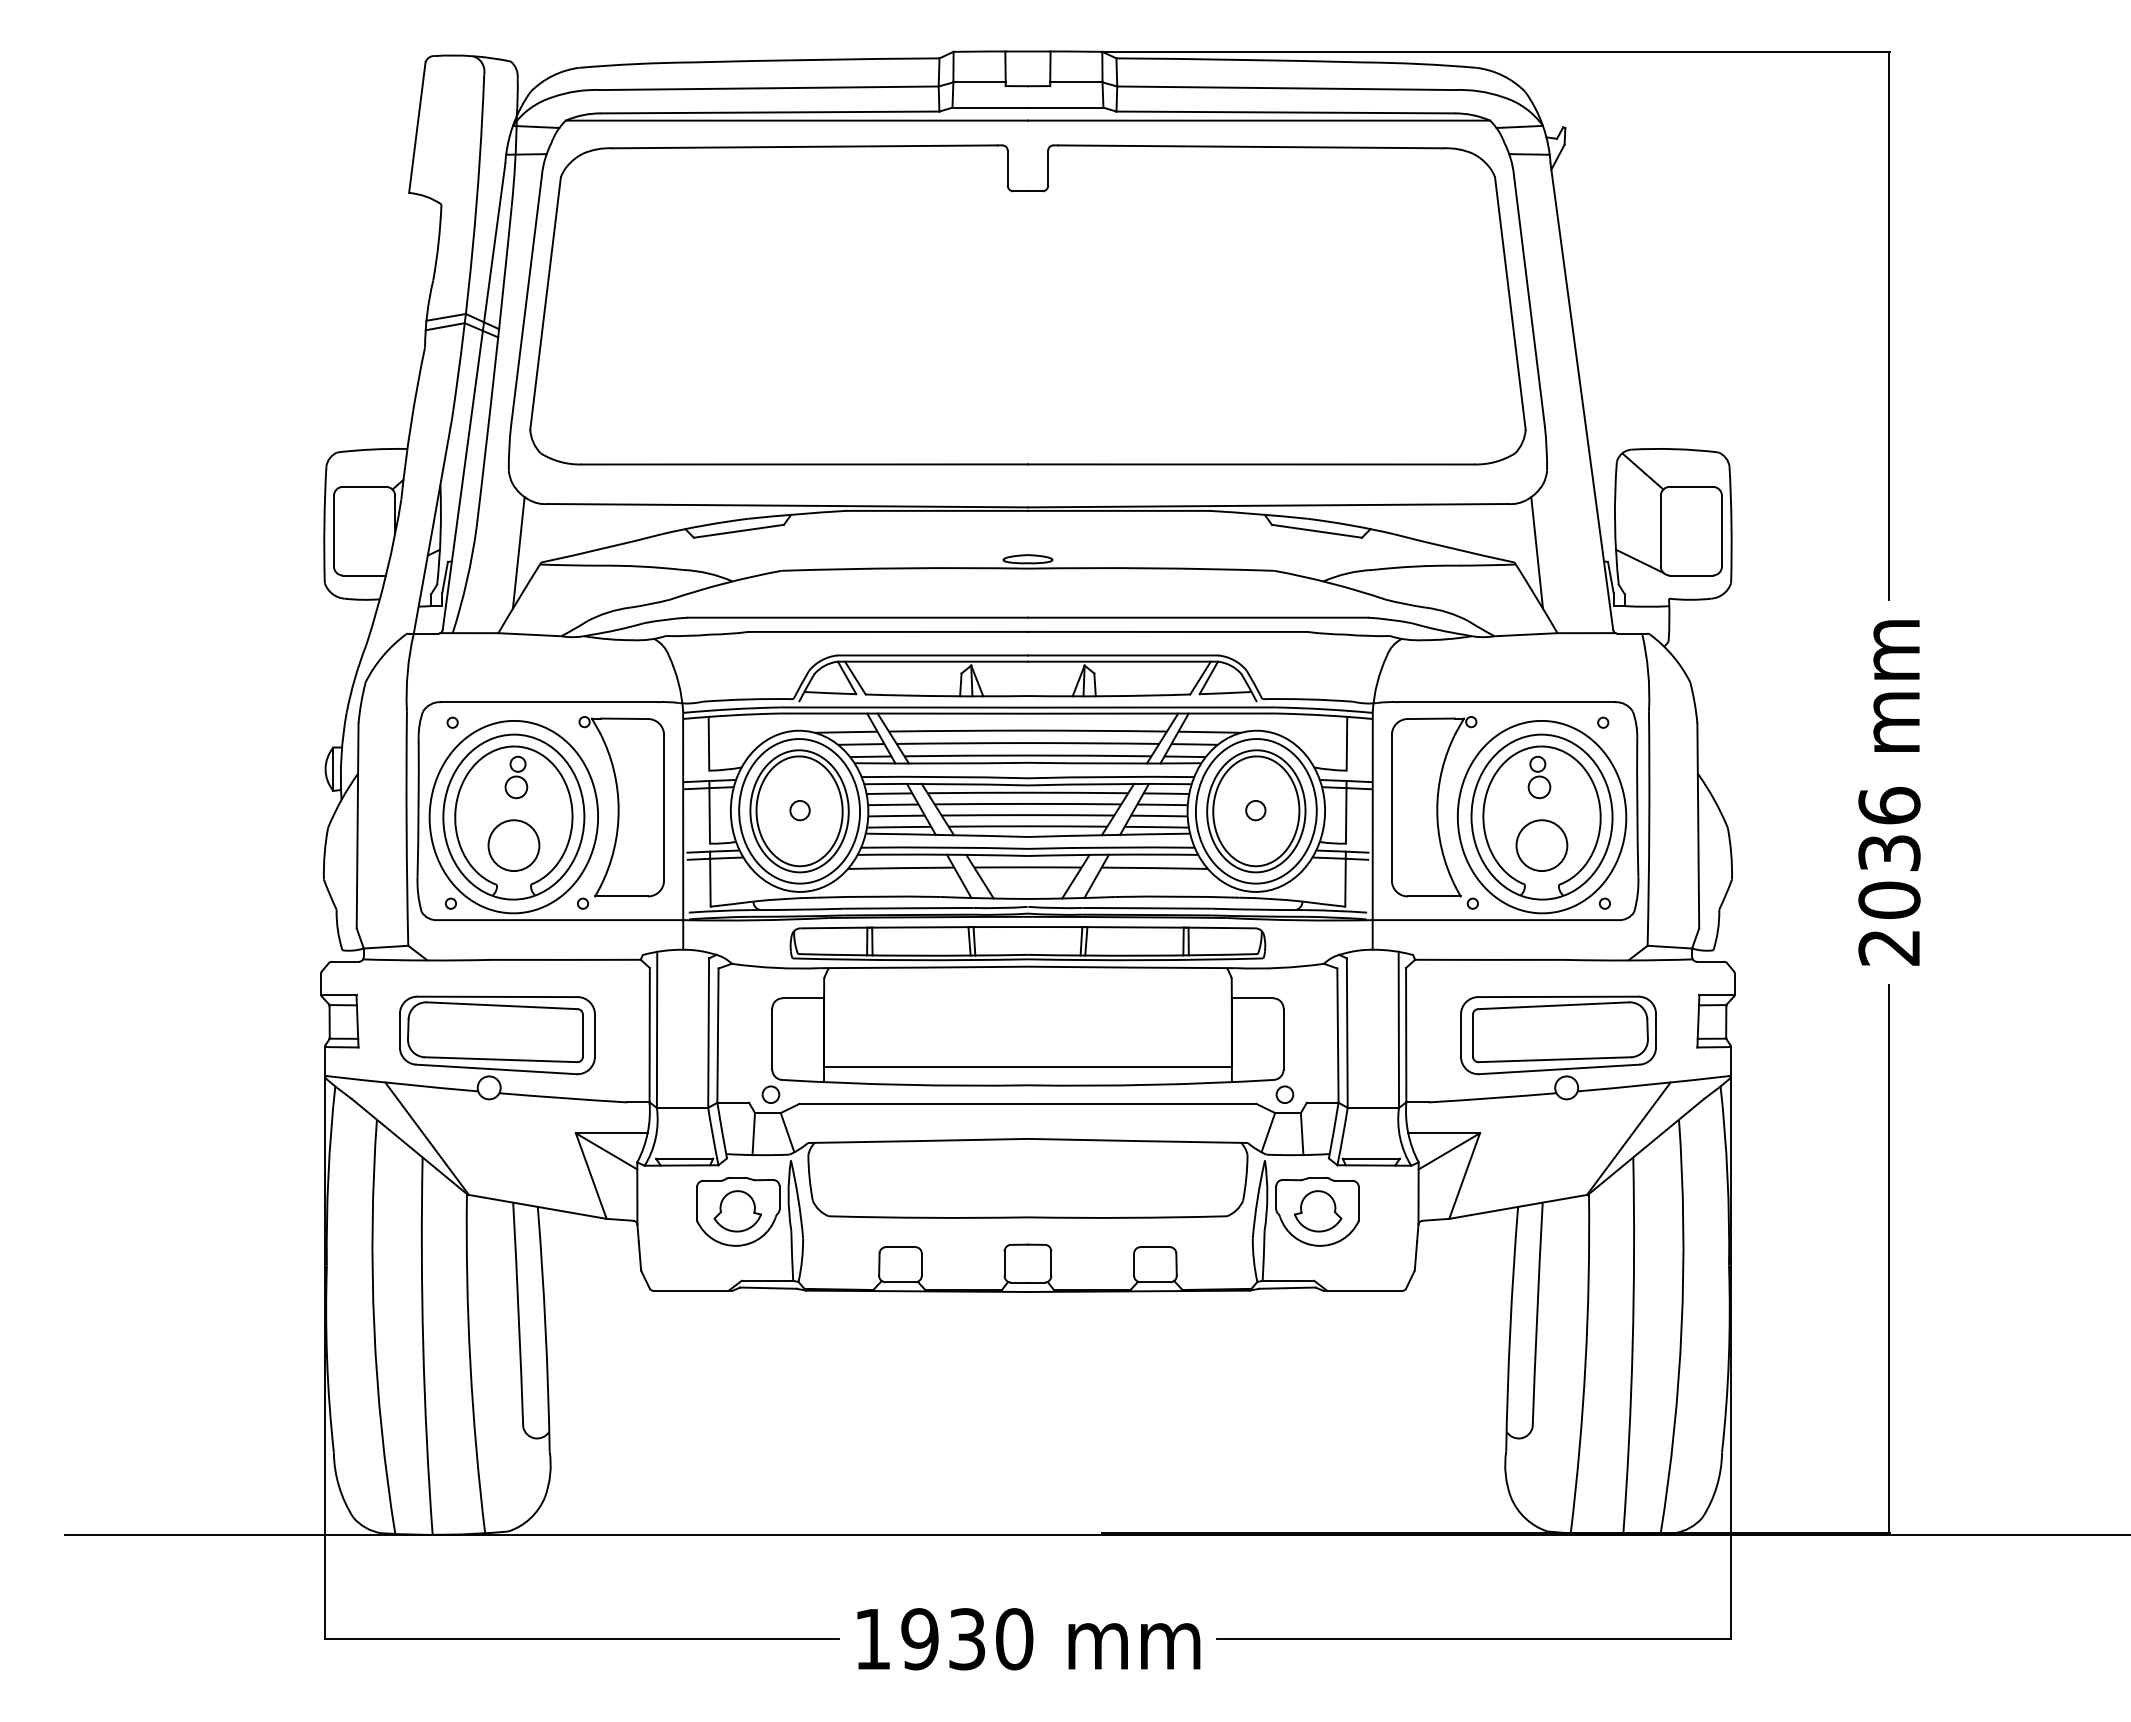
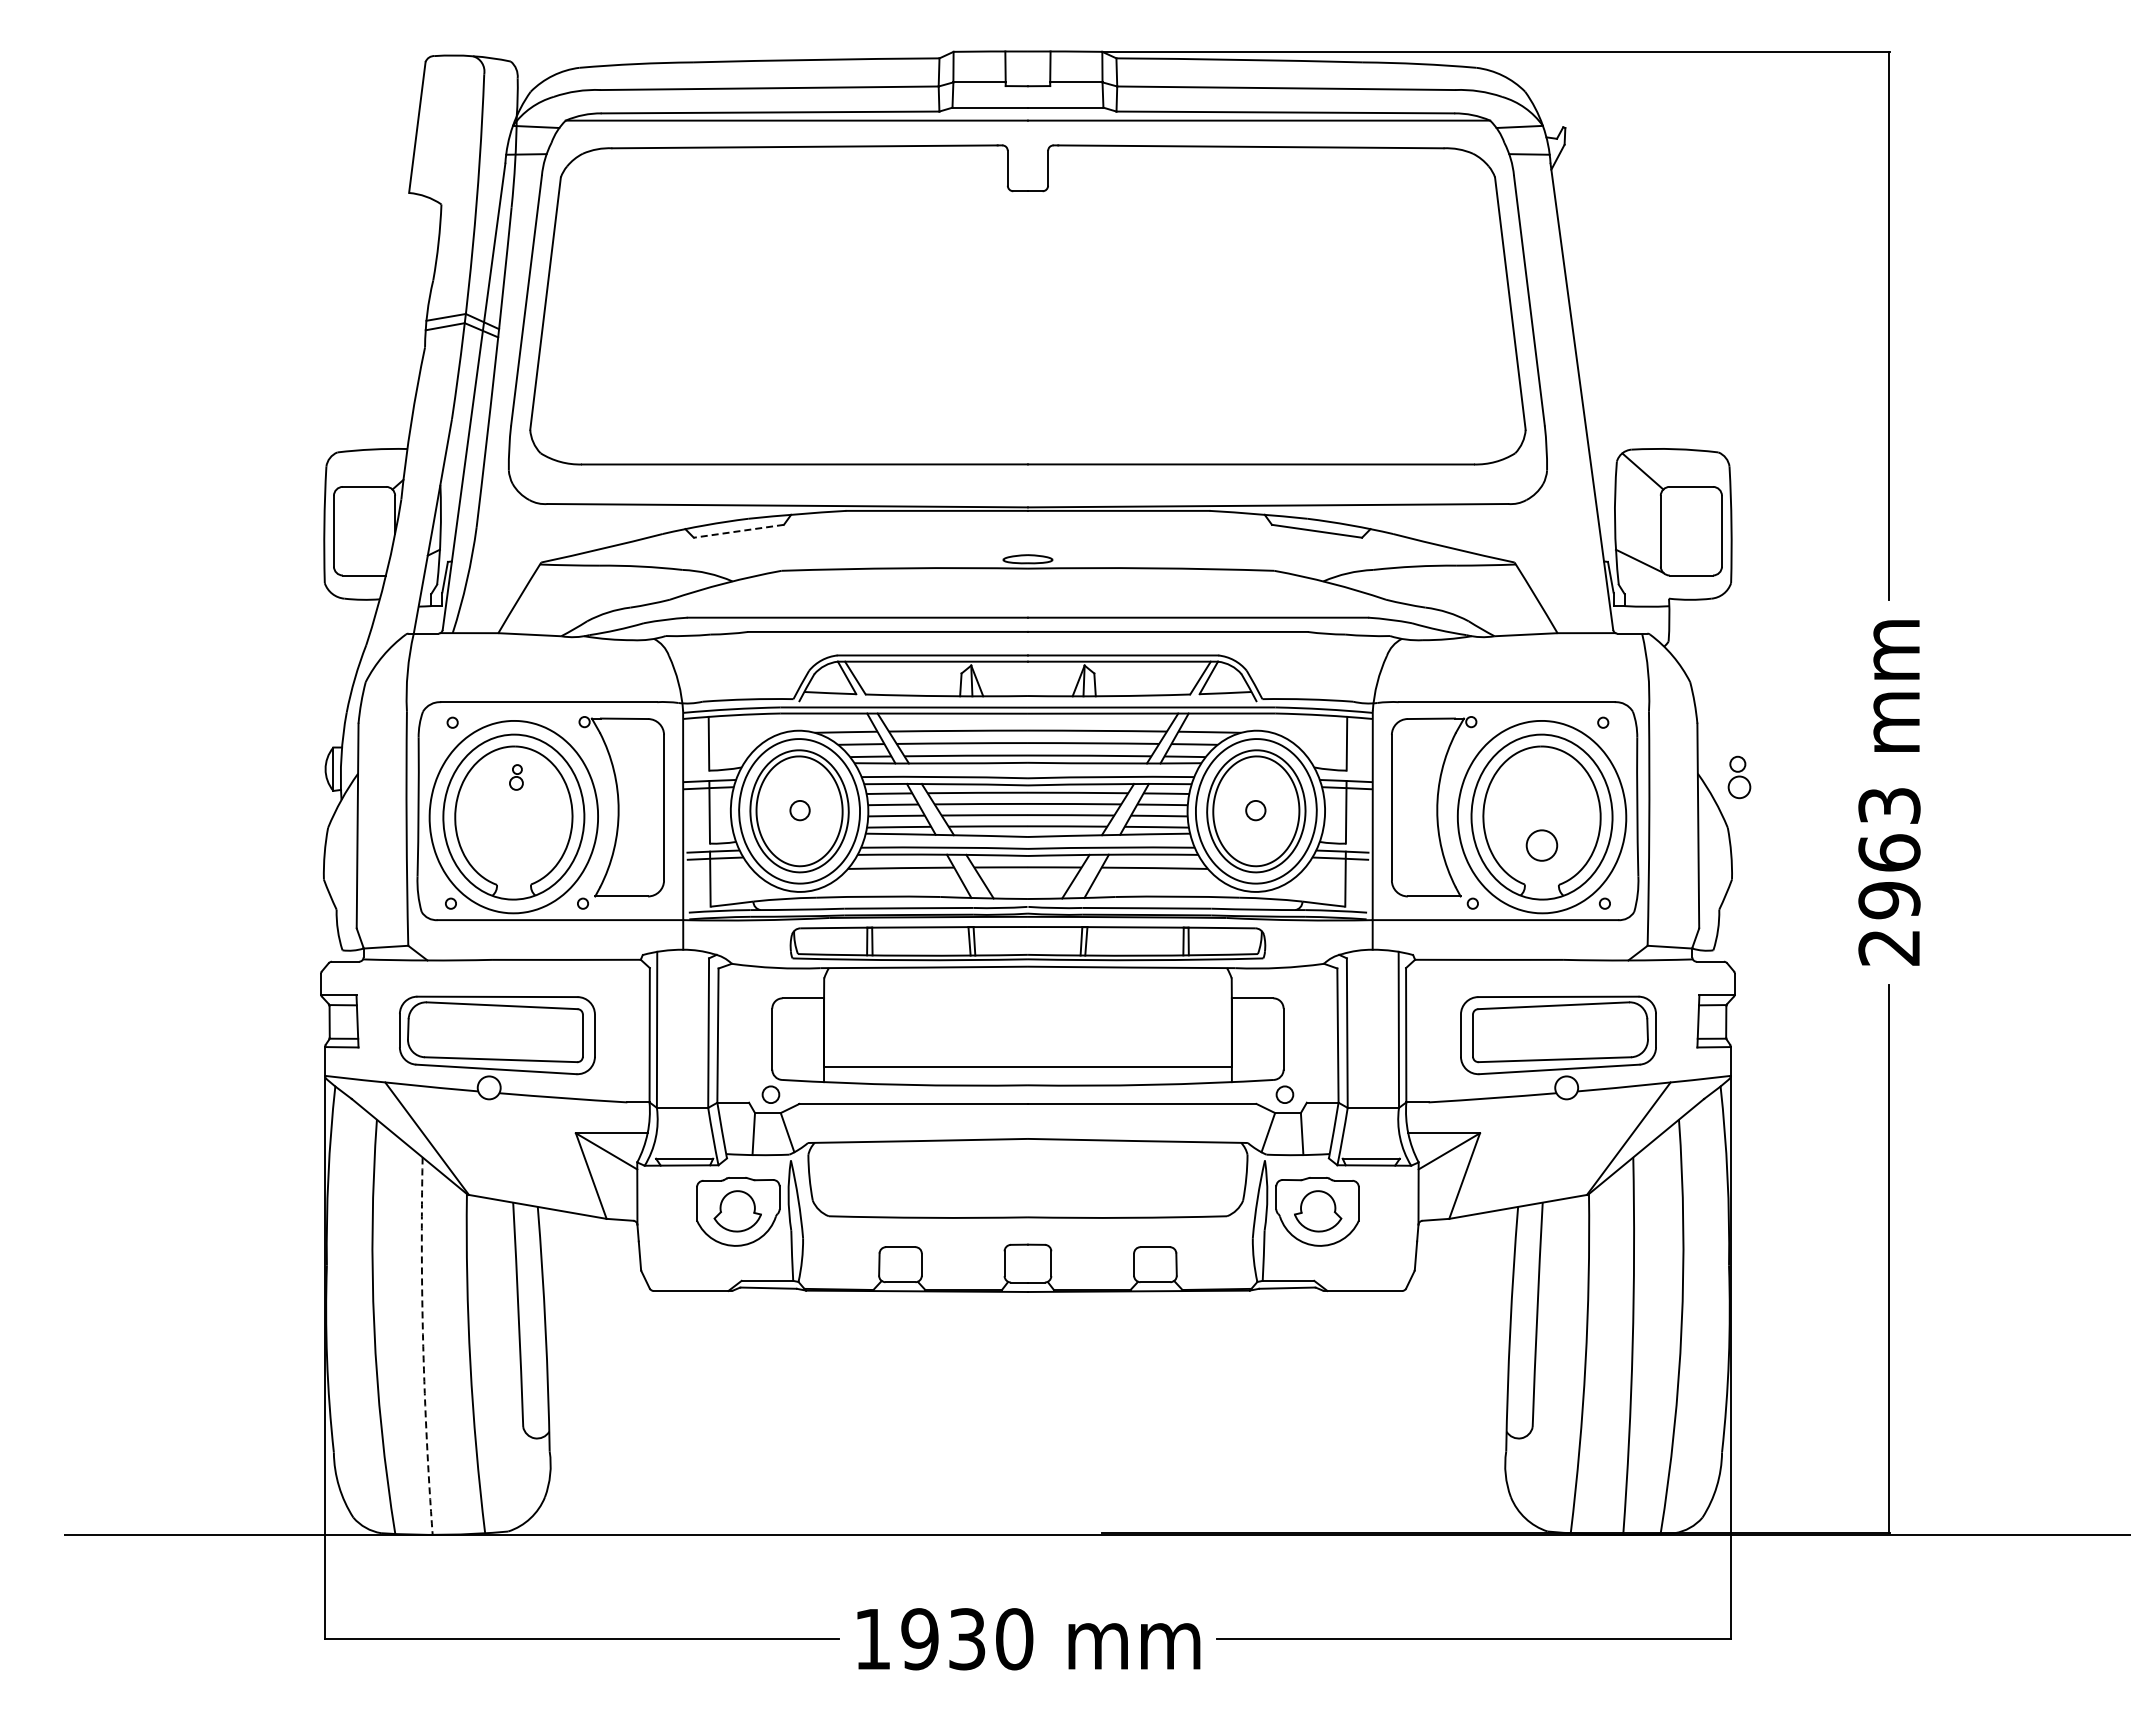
line at (738, 531): solid -> dashed
line at (518, 552): present -> none
line at (1537, 552): present -> none
part at (516, 777) size: 25x45 px -> 15x27 px
part at (1539, 777) position: (1539, 777) -> (1739, 777)
circle at (513, 845): present -> none
circle at (1541, 845) size: 54x53 px -> 34x33 px
text at (1889, 853): 2036 -> 2963
arc at (423, 1346): solid -> dashed
